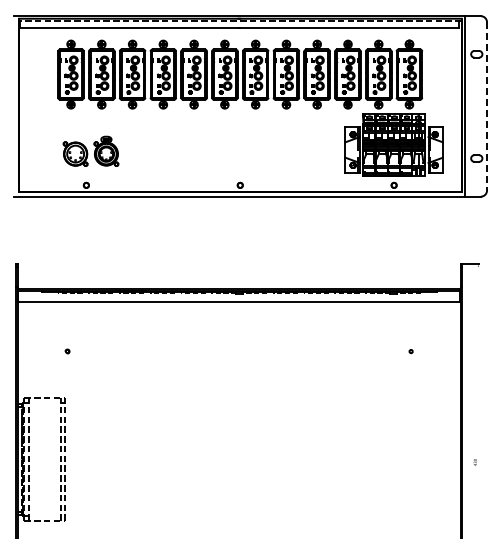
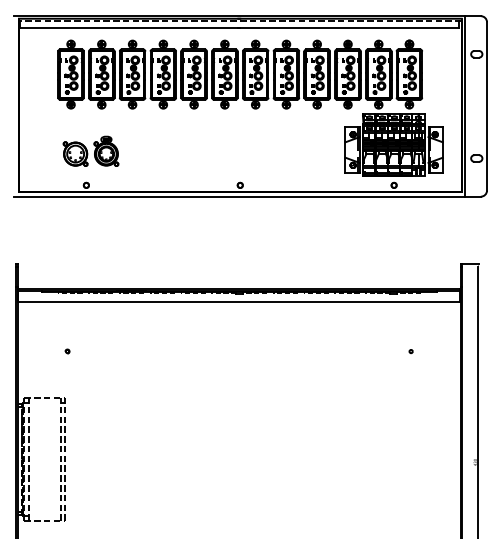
line at (487, 106): dashed -> solid
line at (478, 400): none -> present
